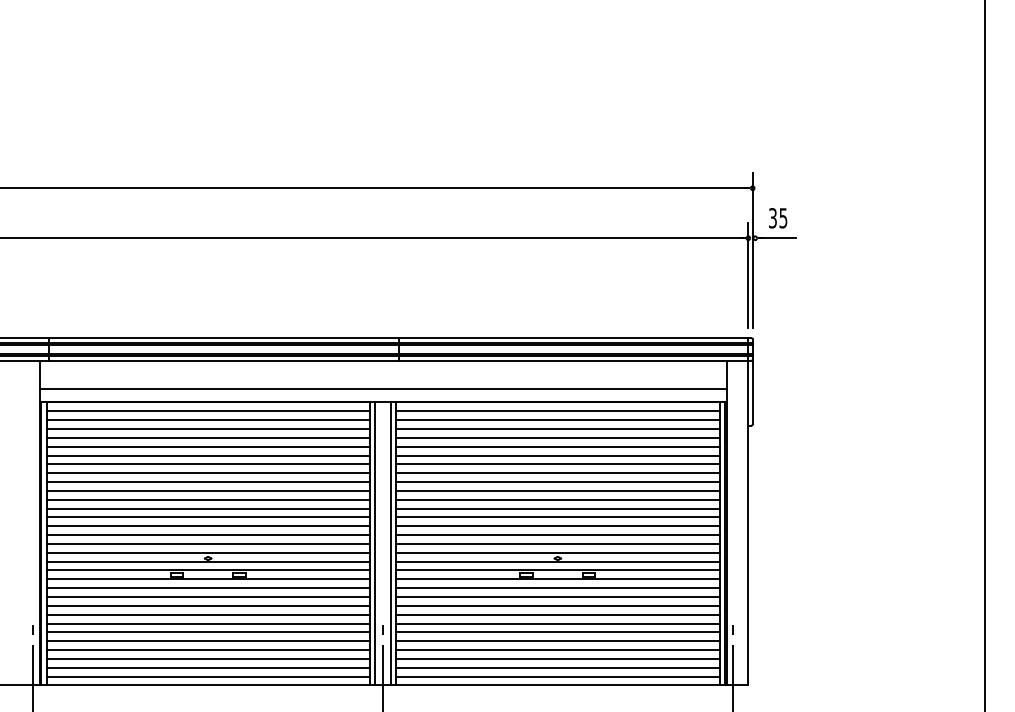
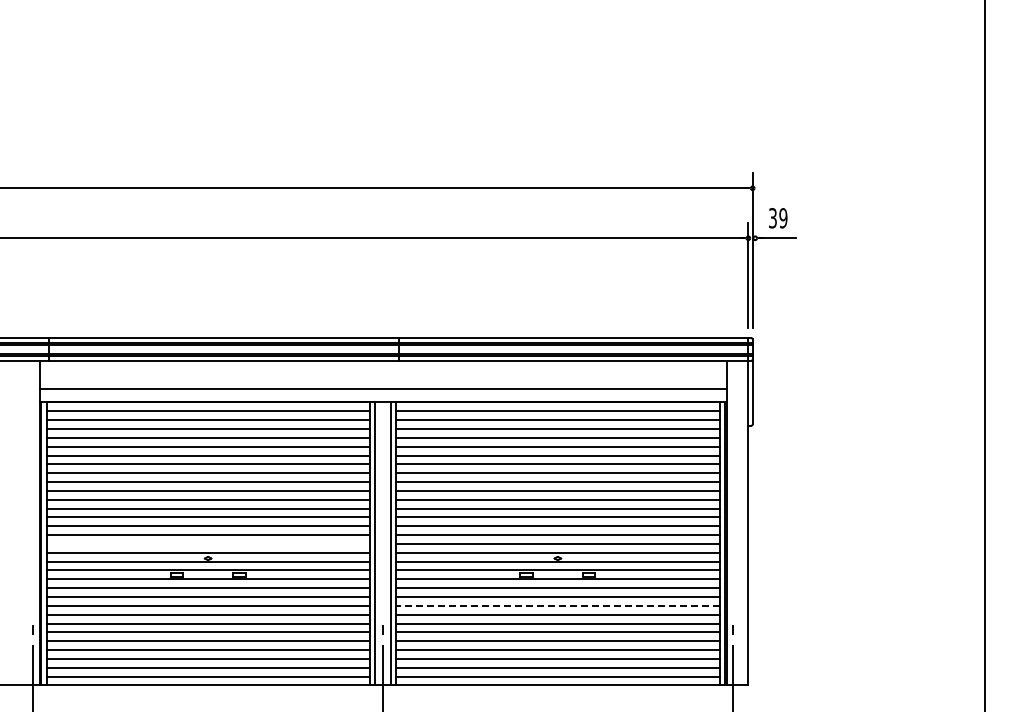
text at (783, 218): 35 -> 39
line at (207, 543): present -> none
line at (557, 605): solid -> dashed
